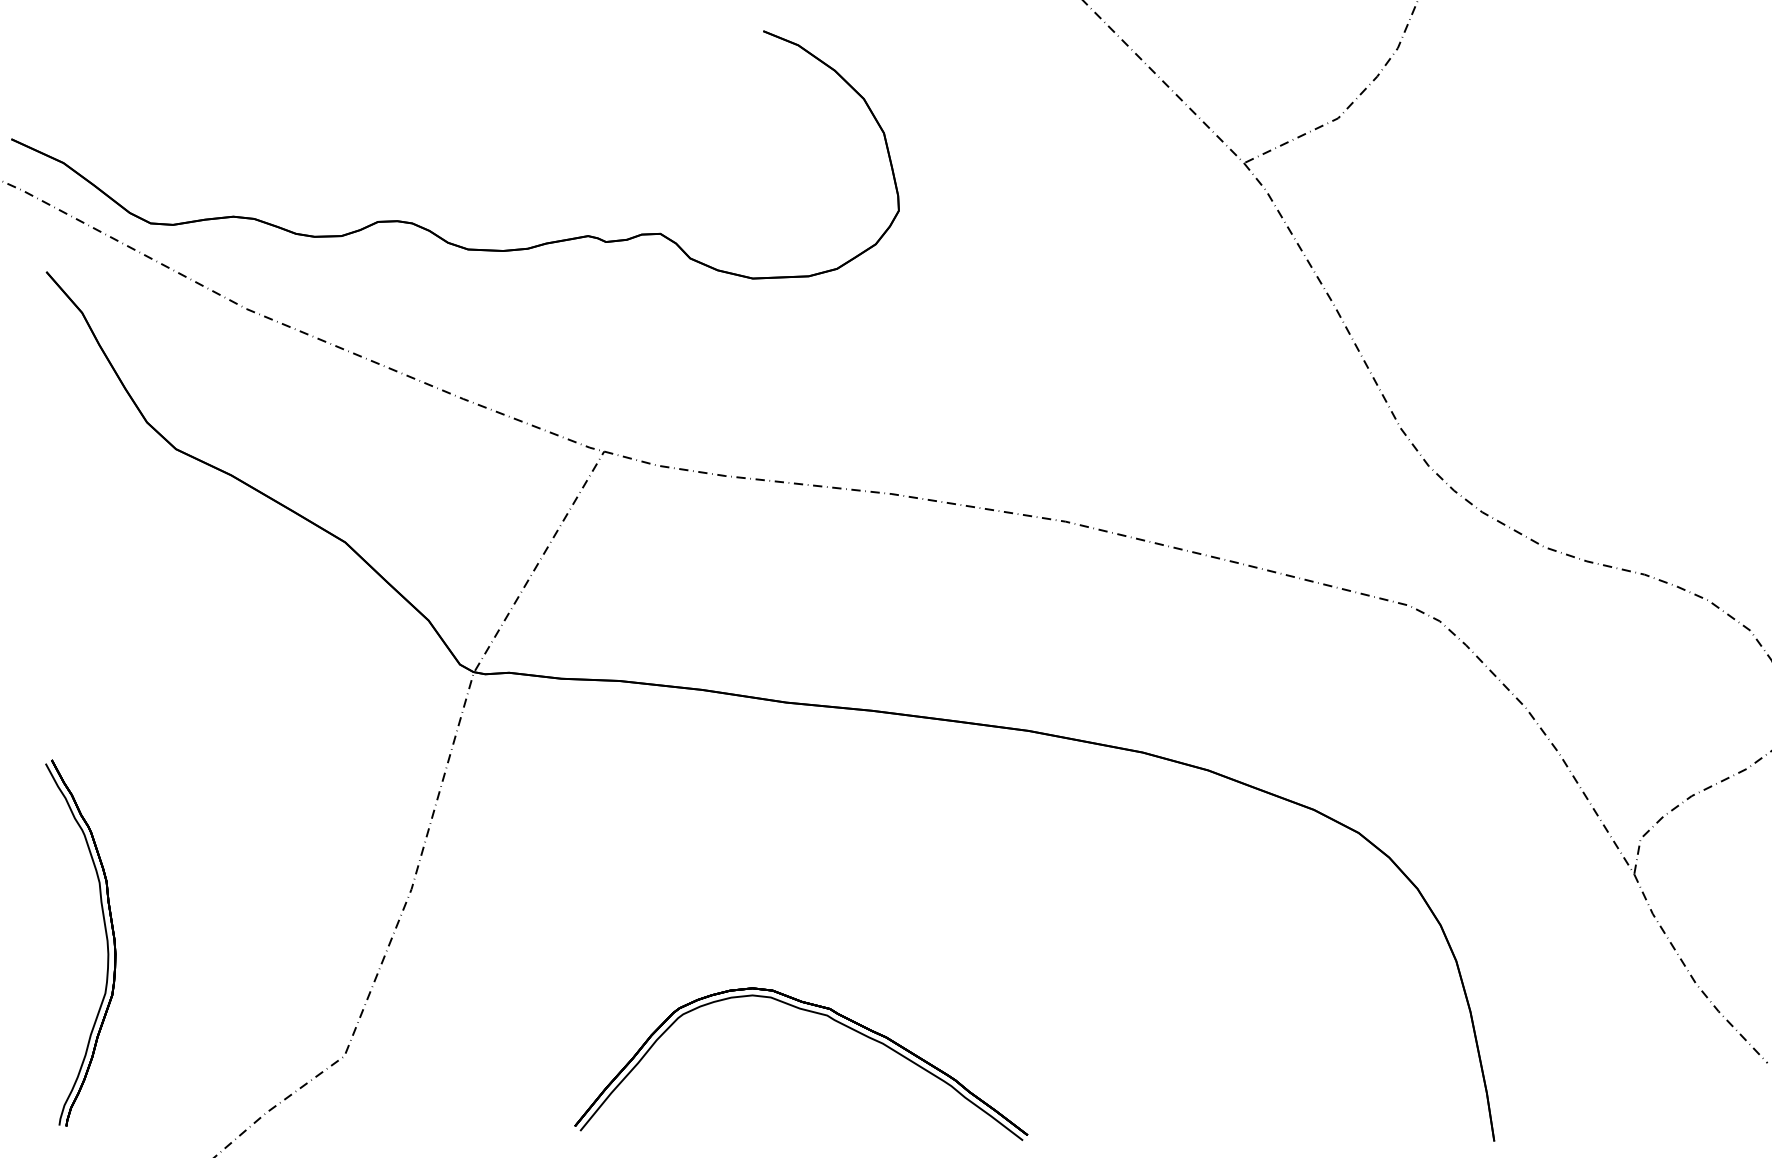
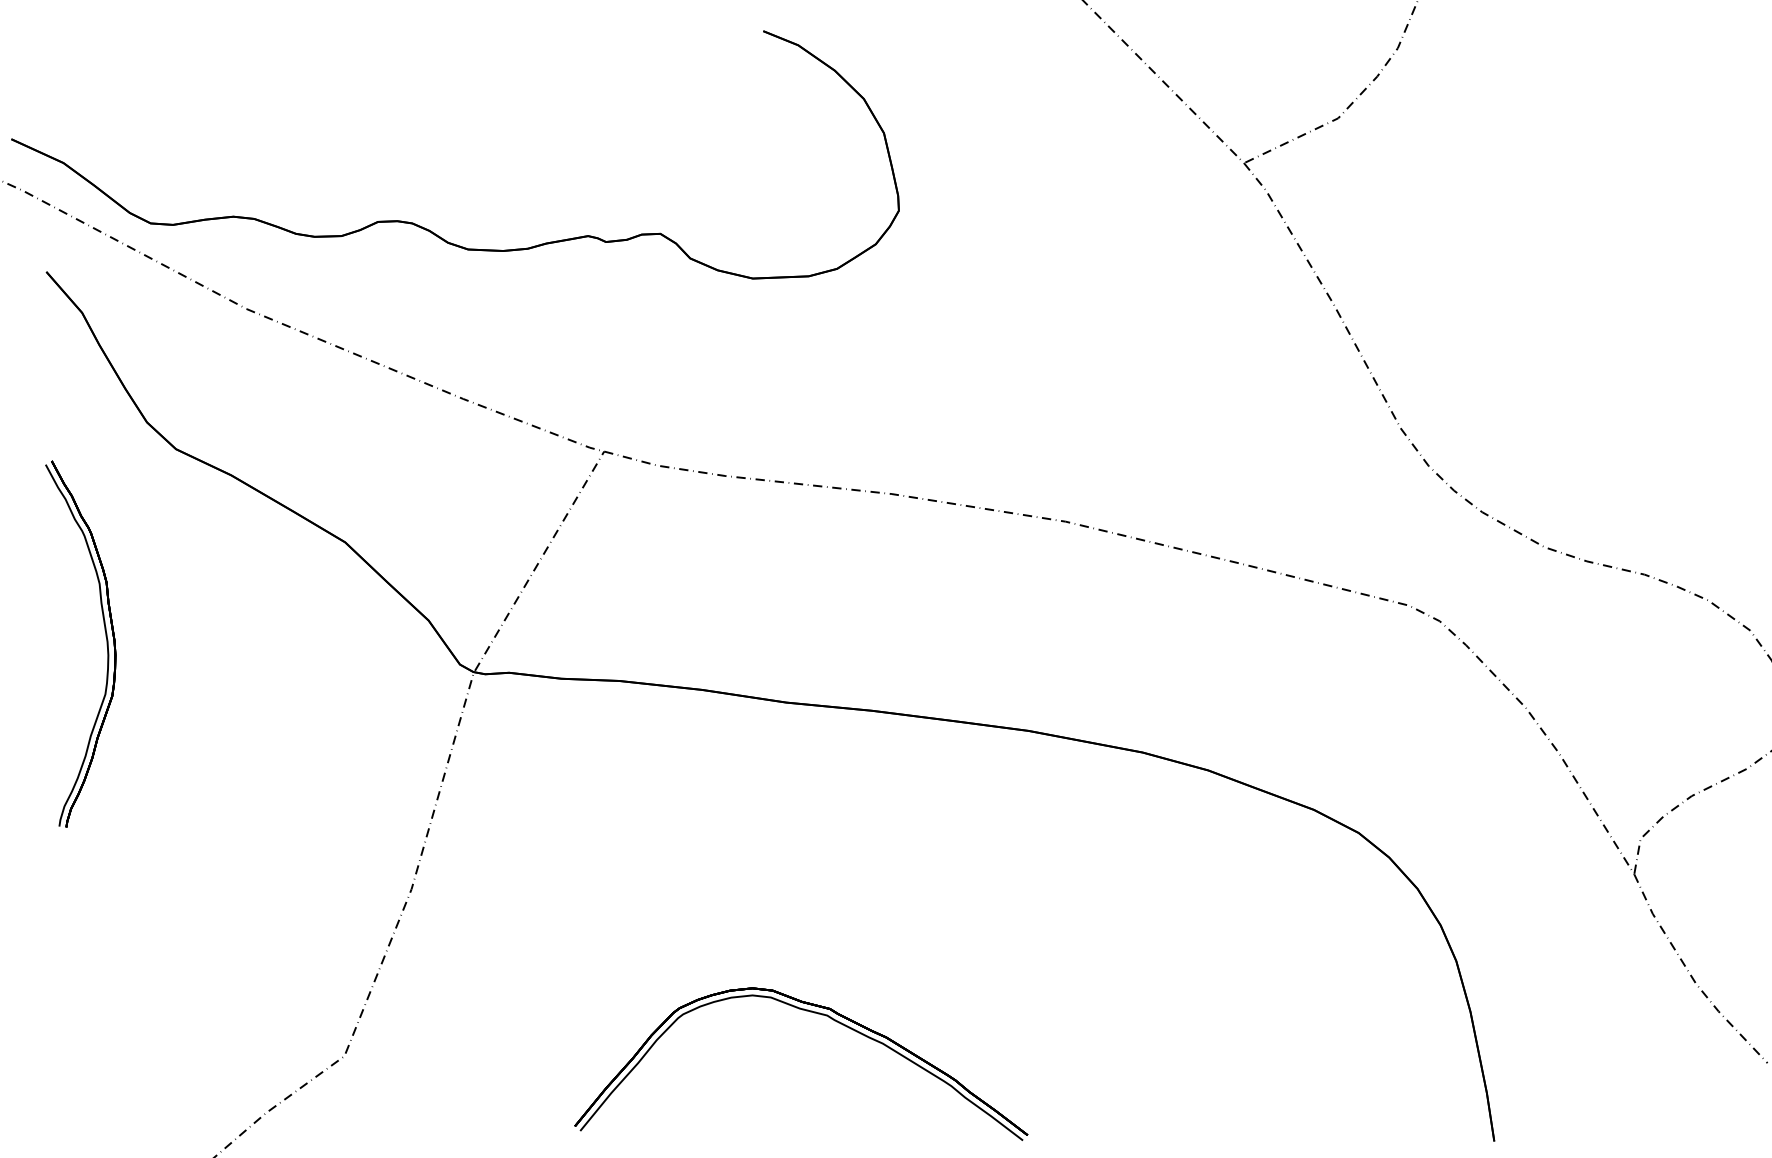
part at (105, 935) position: (105, 935) -> (105, 636)
